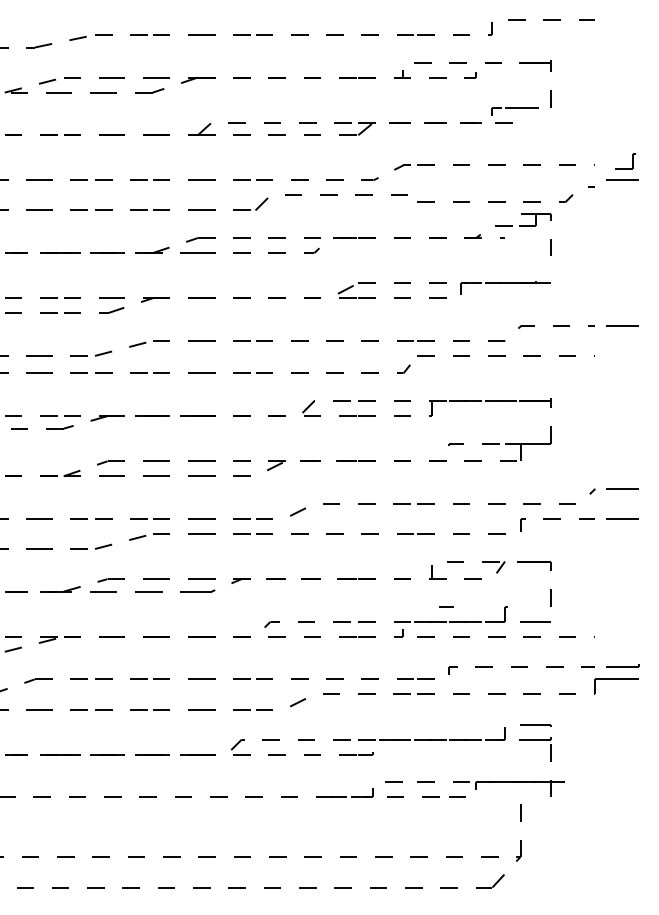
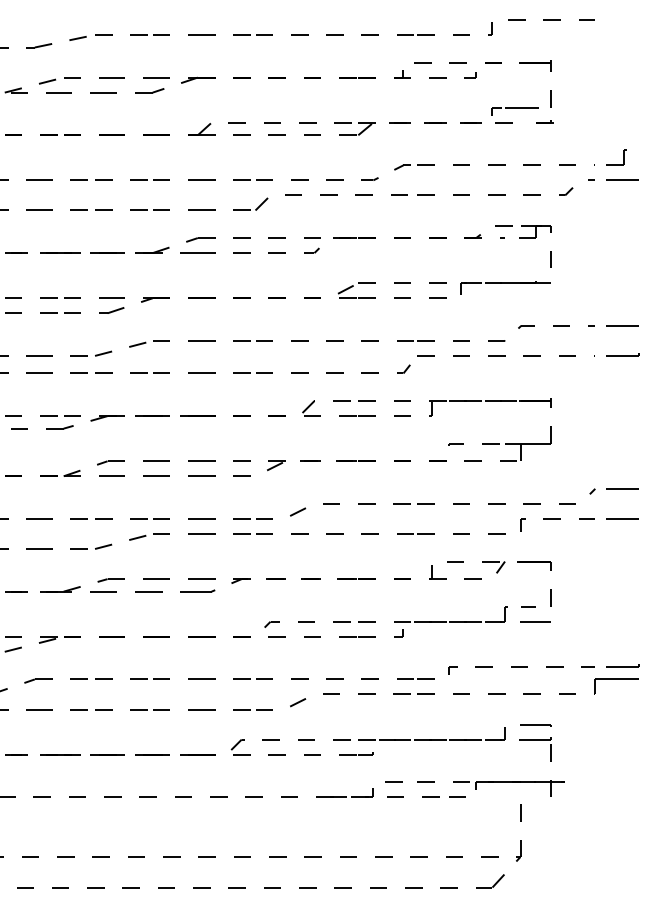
part at (544, 121): none -> present
part at (632, 161) position: (632, 161) -> (623, 157)
curve at (505, 201) position: (505, 201) -> (505, 194)
part at (535, 226) position: (535, 226) -> (535, 238)
part at (622, 354): none -> present
line at (446, 606) position: (446, 606) -> (528, 606)
curve at (505, 636): present -> none
